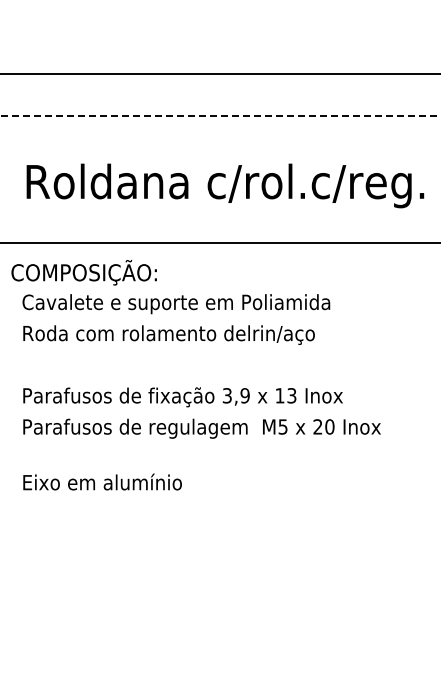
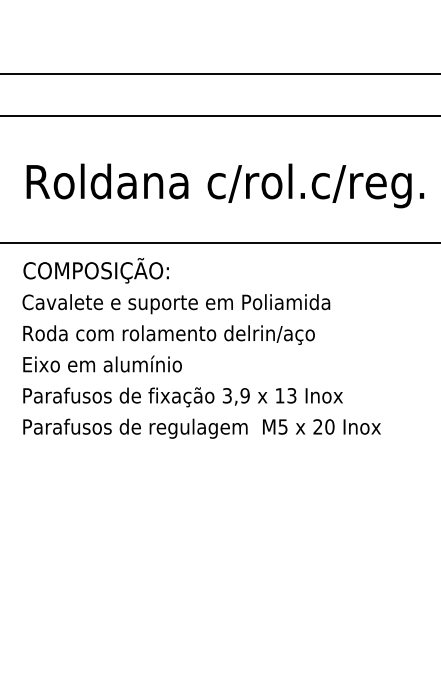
line at (220, 115): dashed -> solid
text at (83, 272) position: (83, 272) -> (95, 270)
text at (102, 481) position: (102, 481) -> (102, 363)
